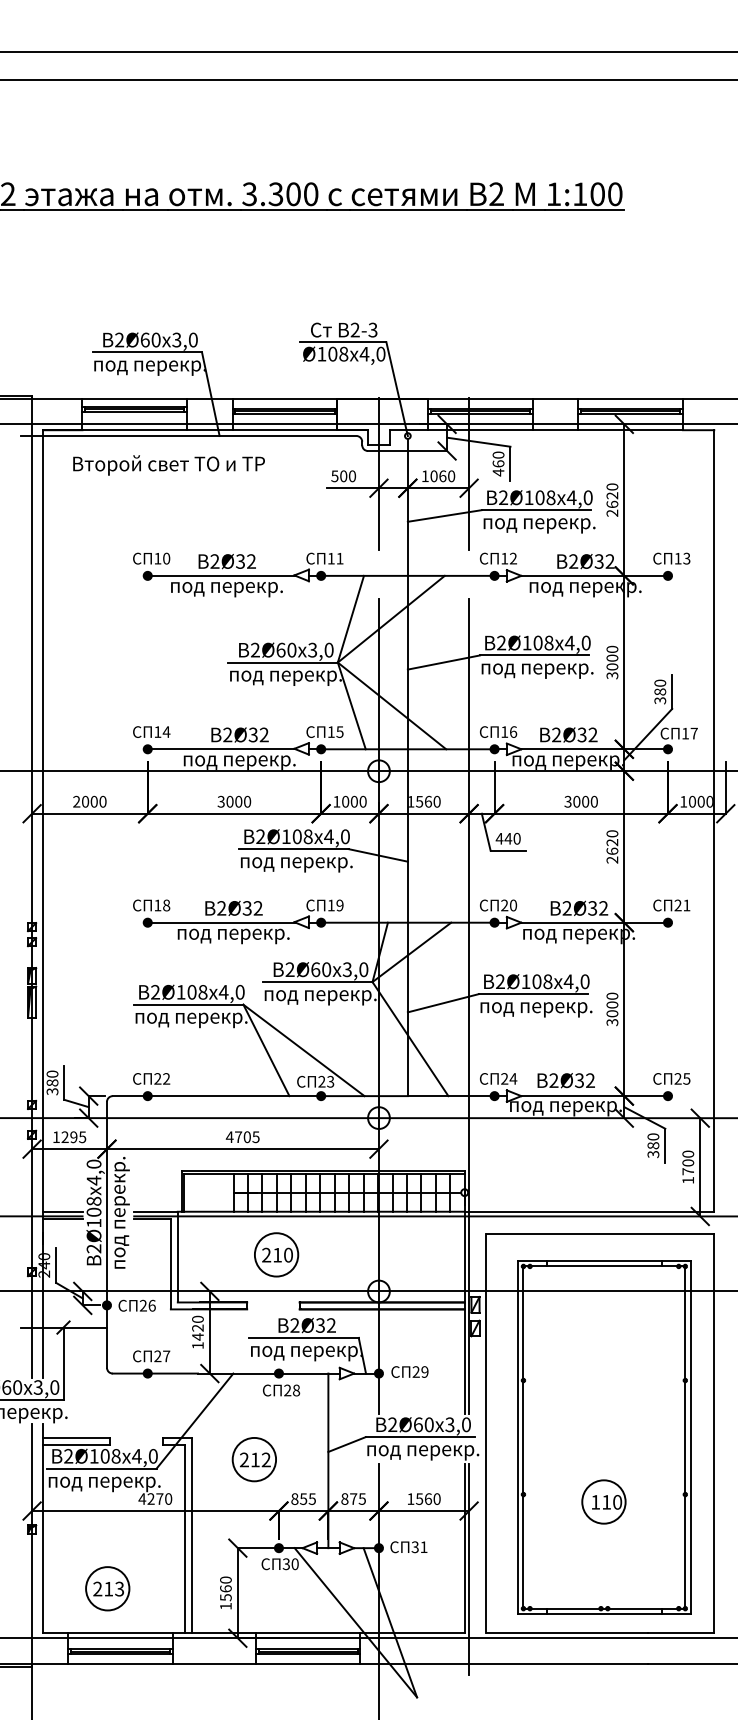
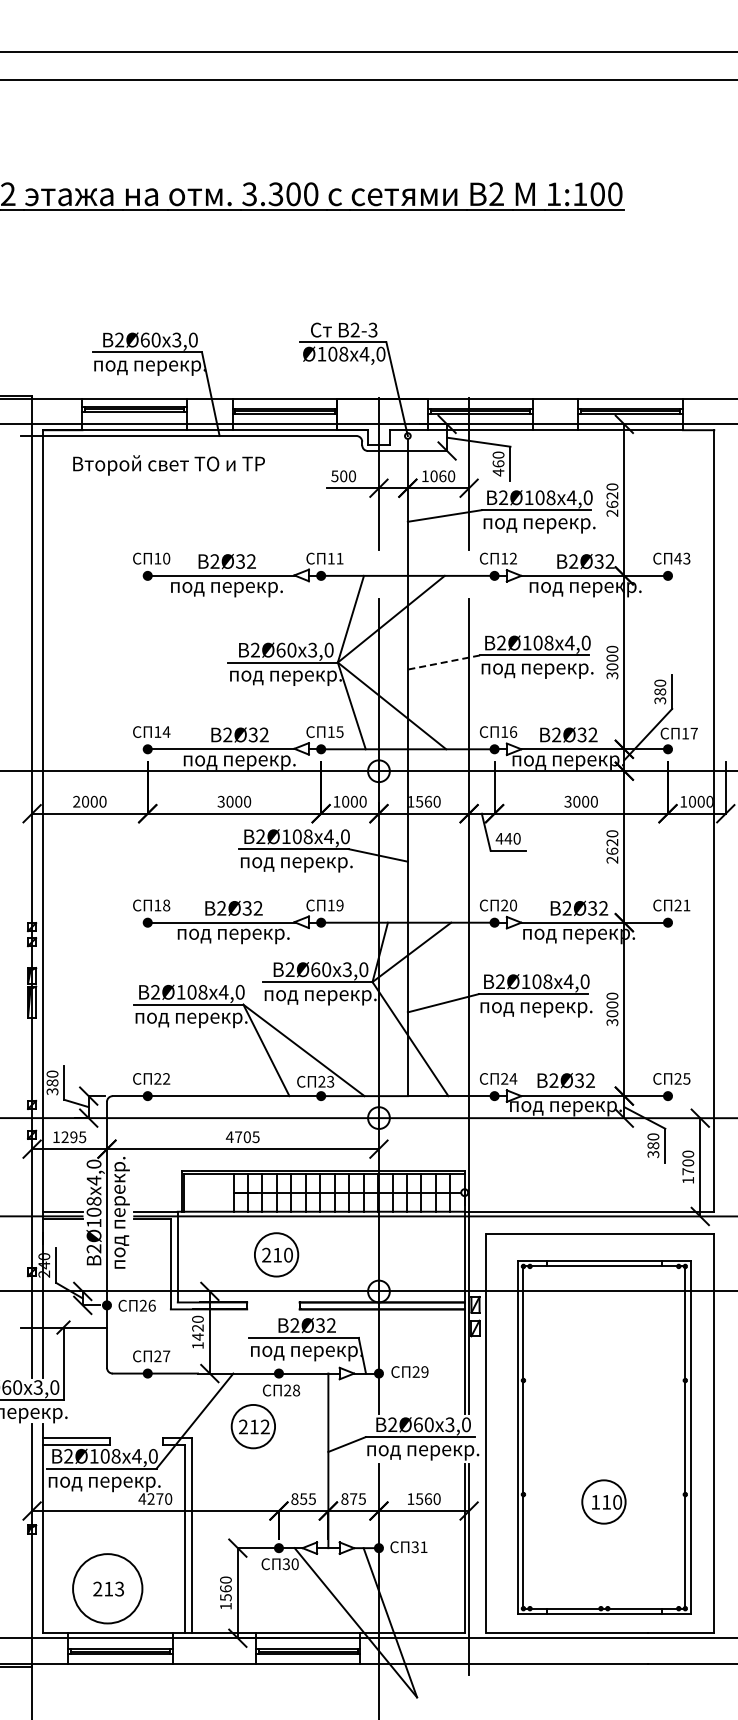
text at (677, 558): 13 -> 43
line at (443, 662): solid -> dashed
part at (253, 1459) position: (253, 1459) -> (252, 1426)
circle at (107, 1588) diameter: 43 px -> 69 px
